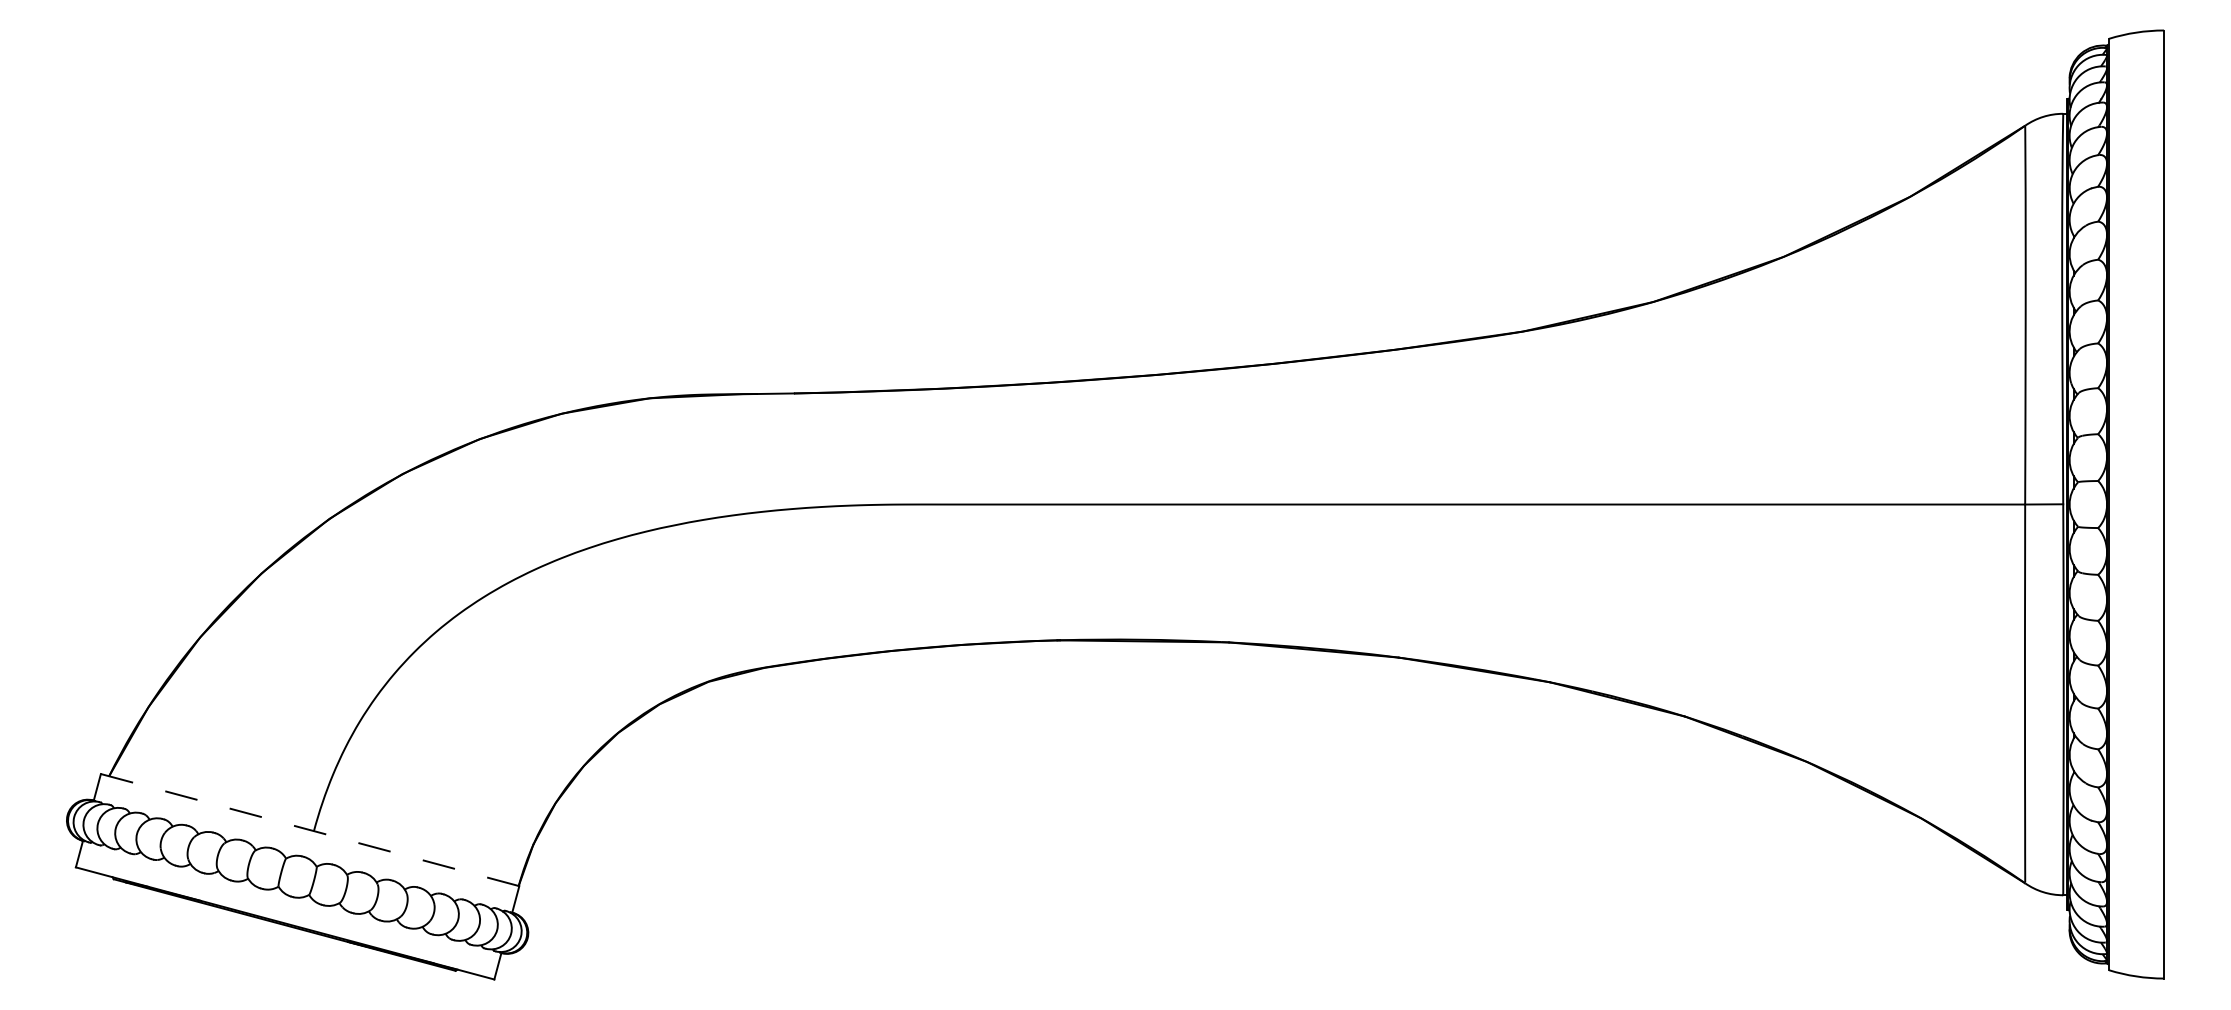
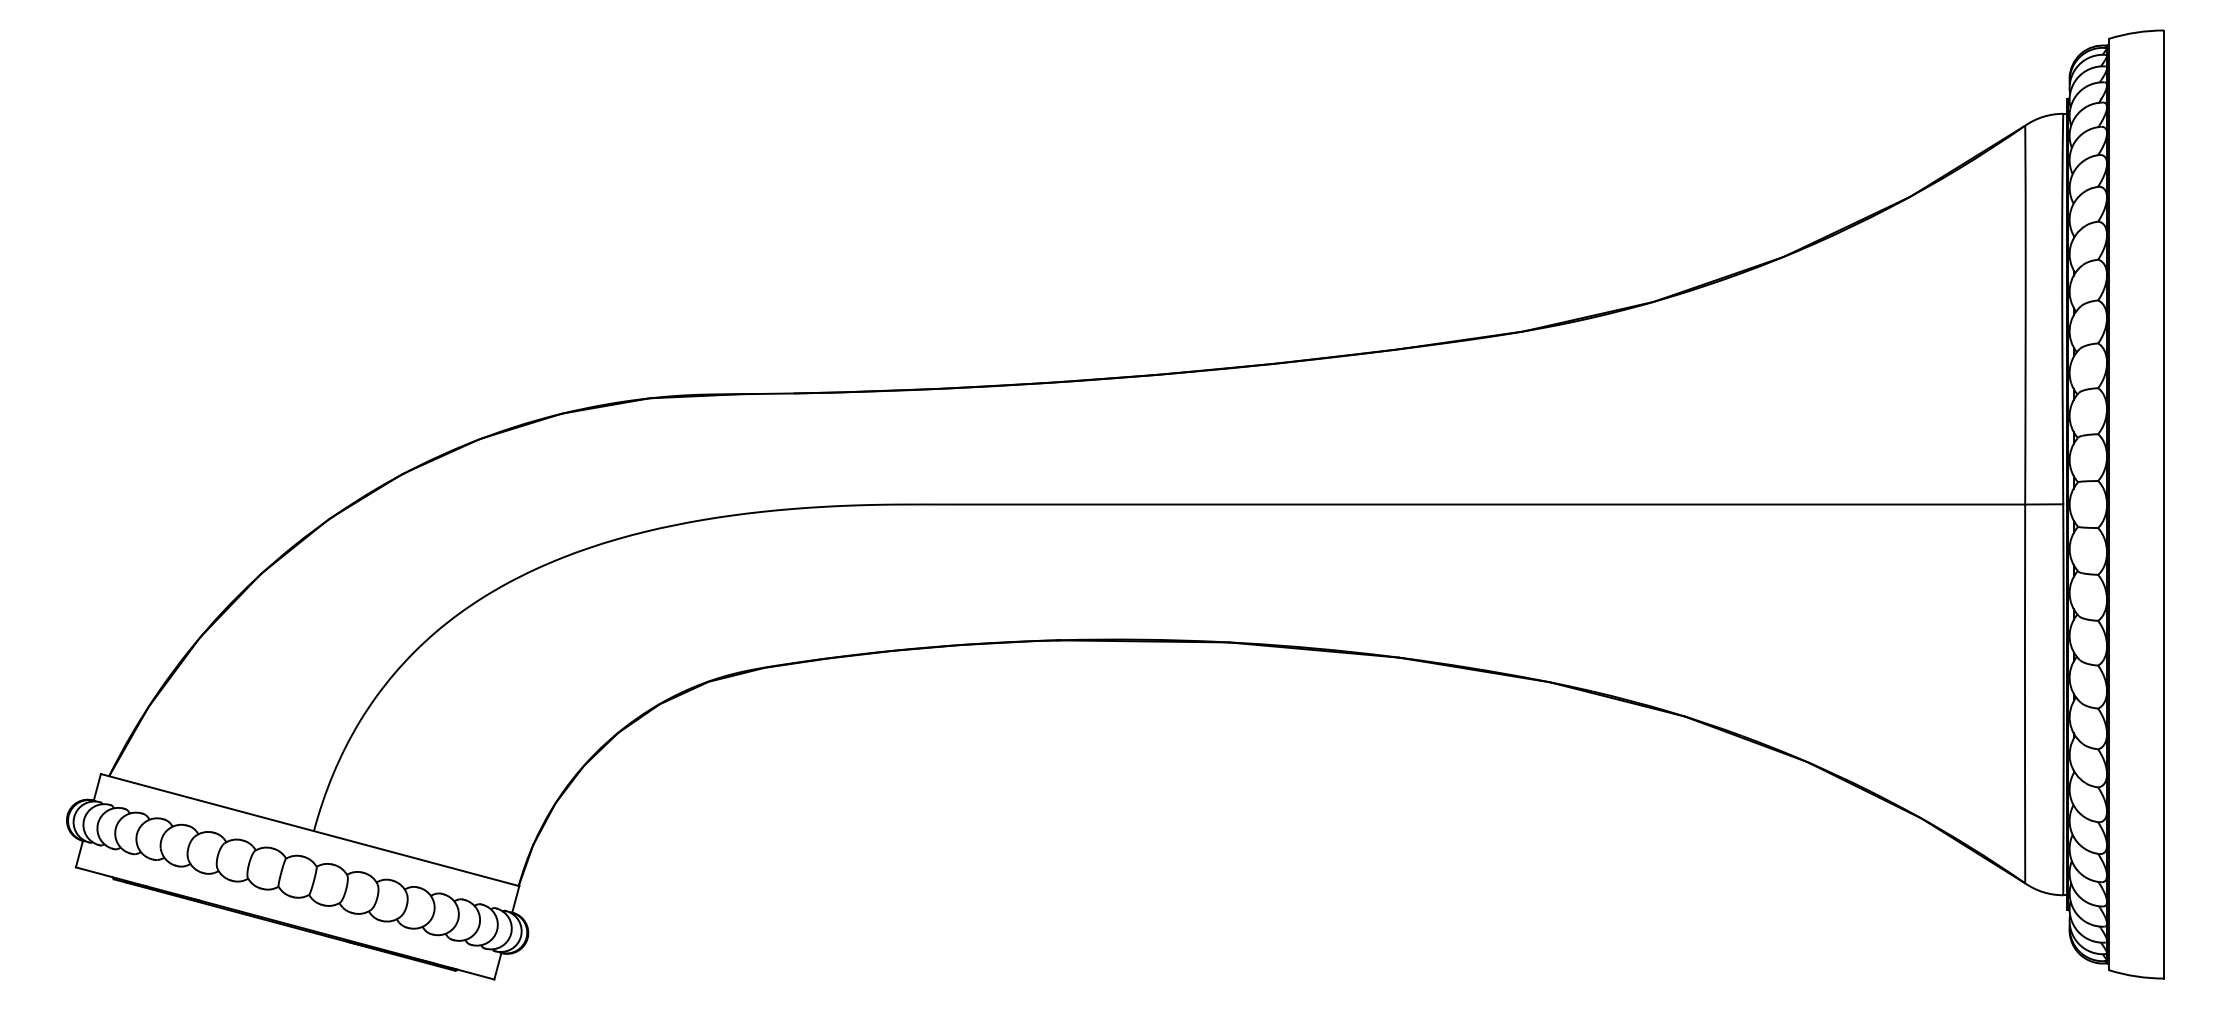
line at (310, 830): dashed -> solid
